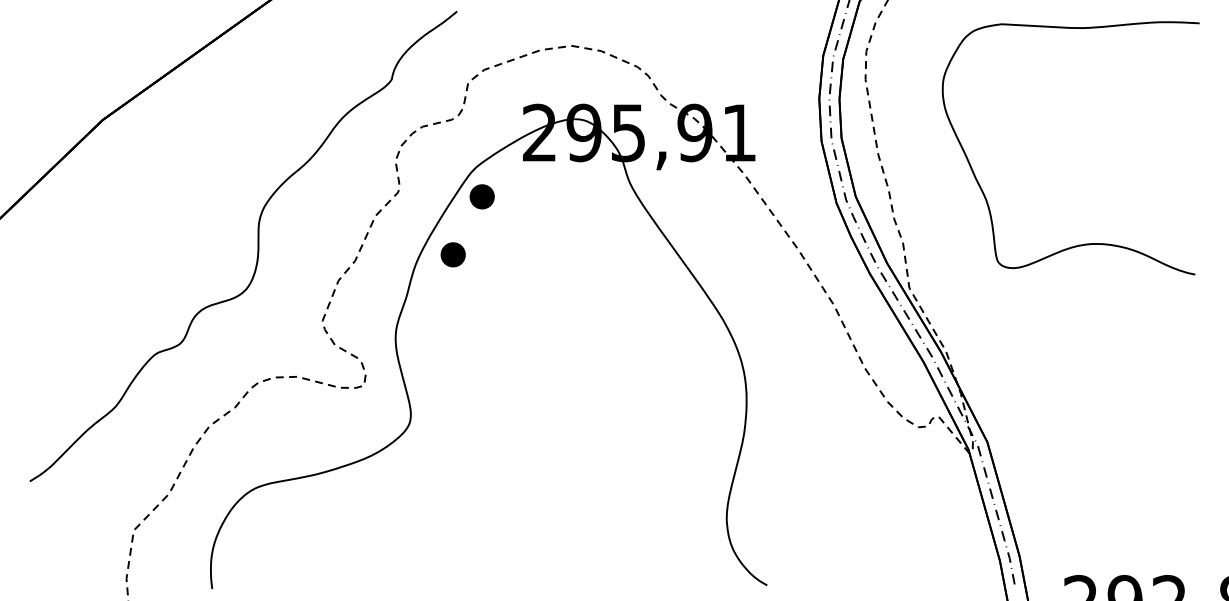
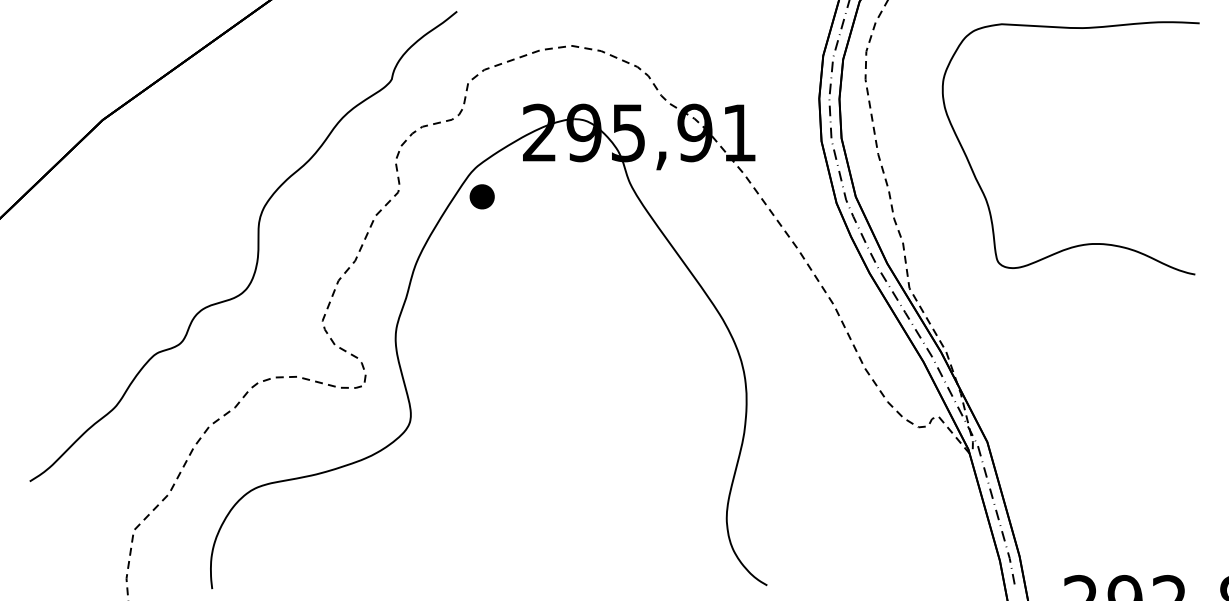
part at (452, 254): present -> none
